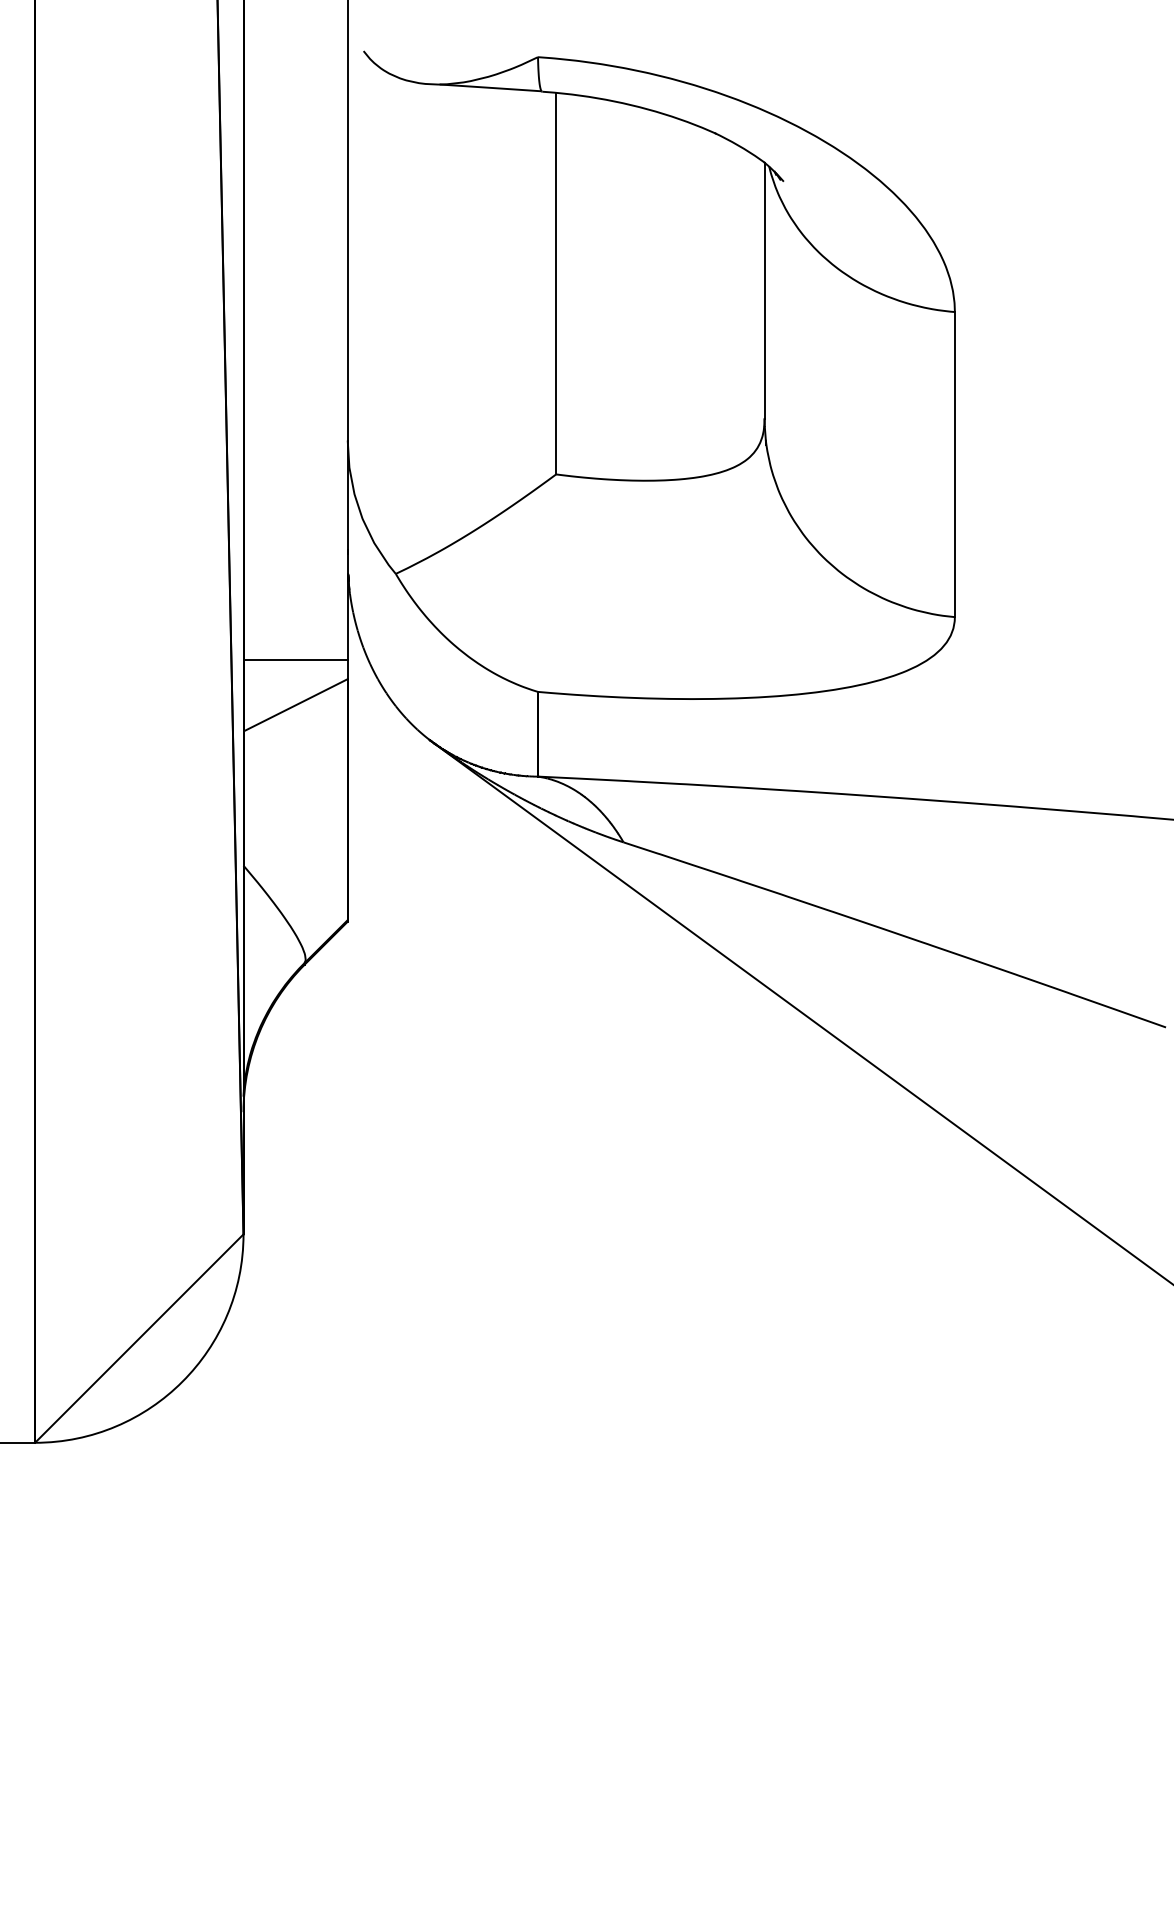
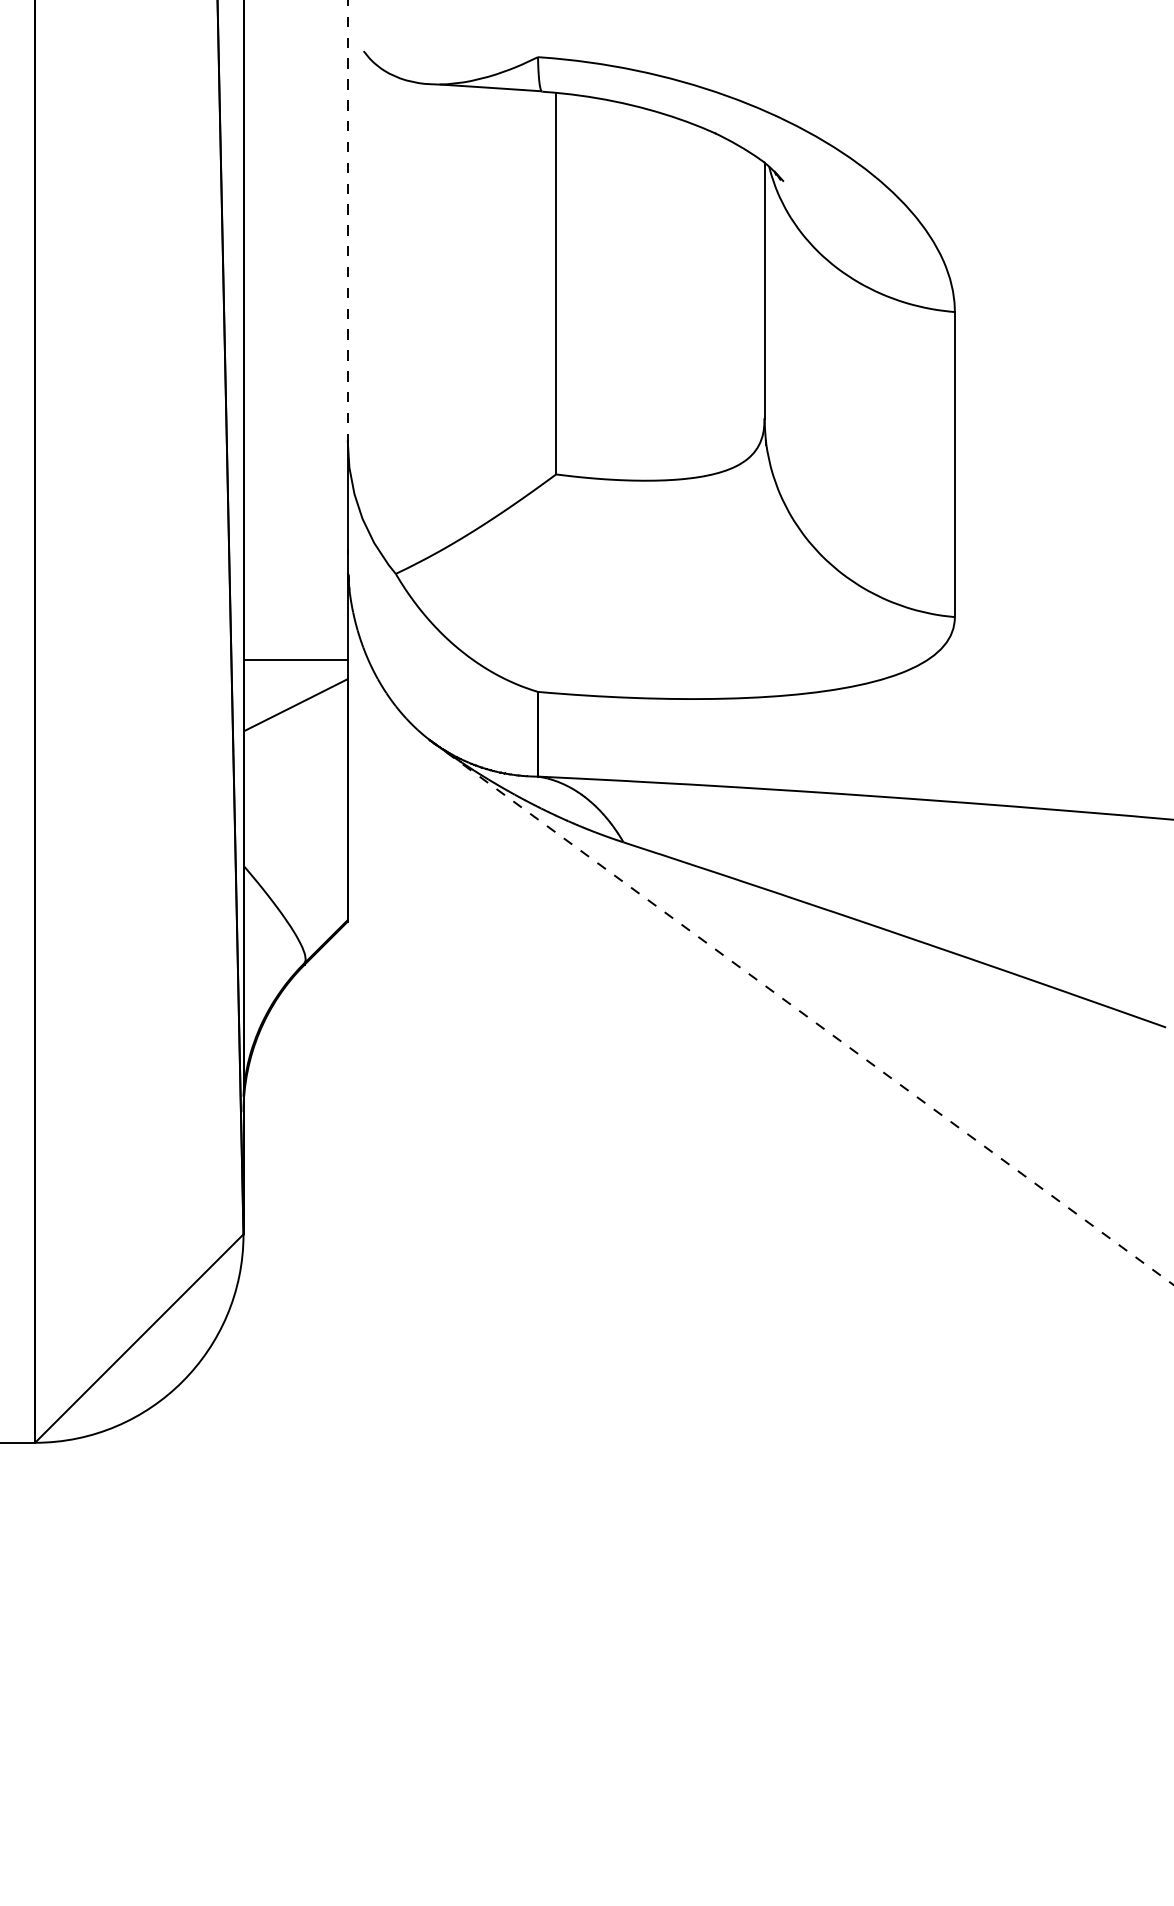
line at (347, 220): solid -> dashed
line at (804, 1014): solid -> dashed
